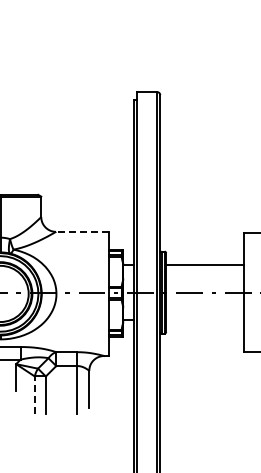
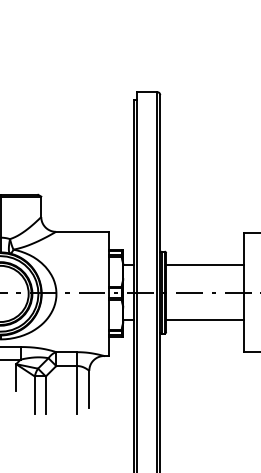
line at (81, 231): dashed -> solid
line at (205, 320): none -> present
line at (34, 395): dashed -> solid
